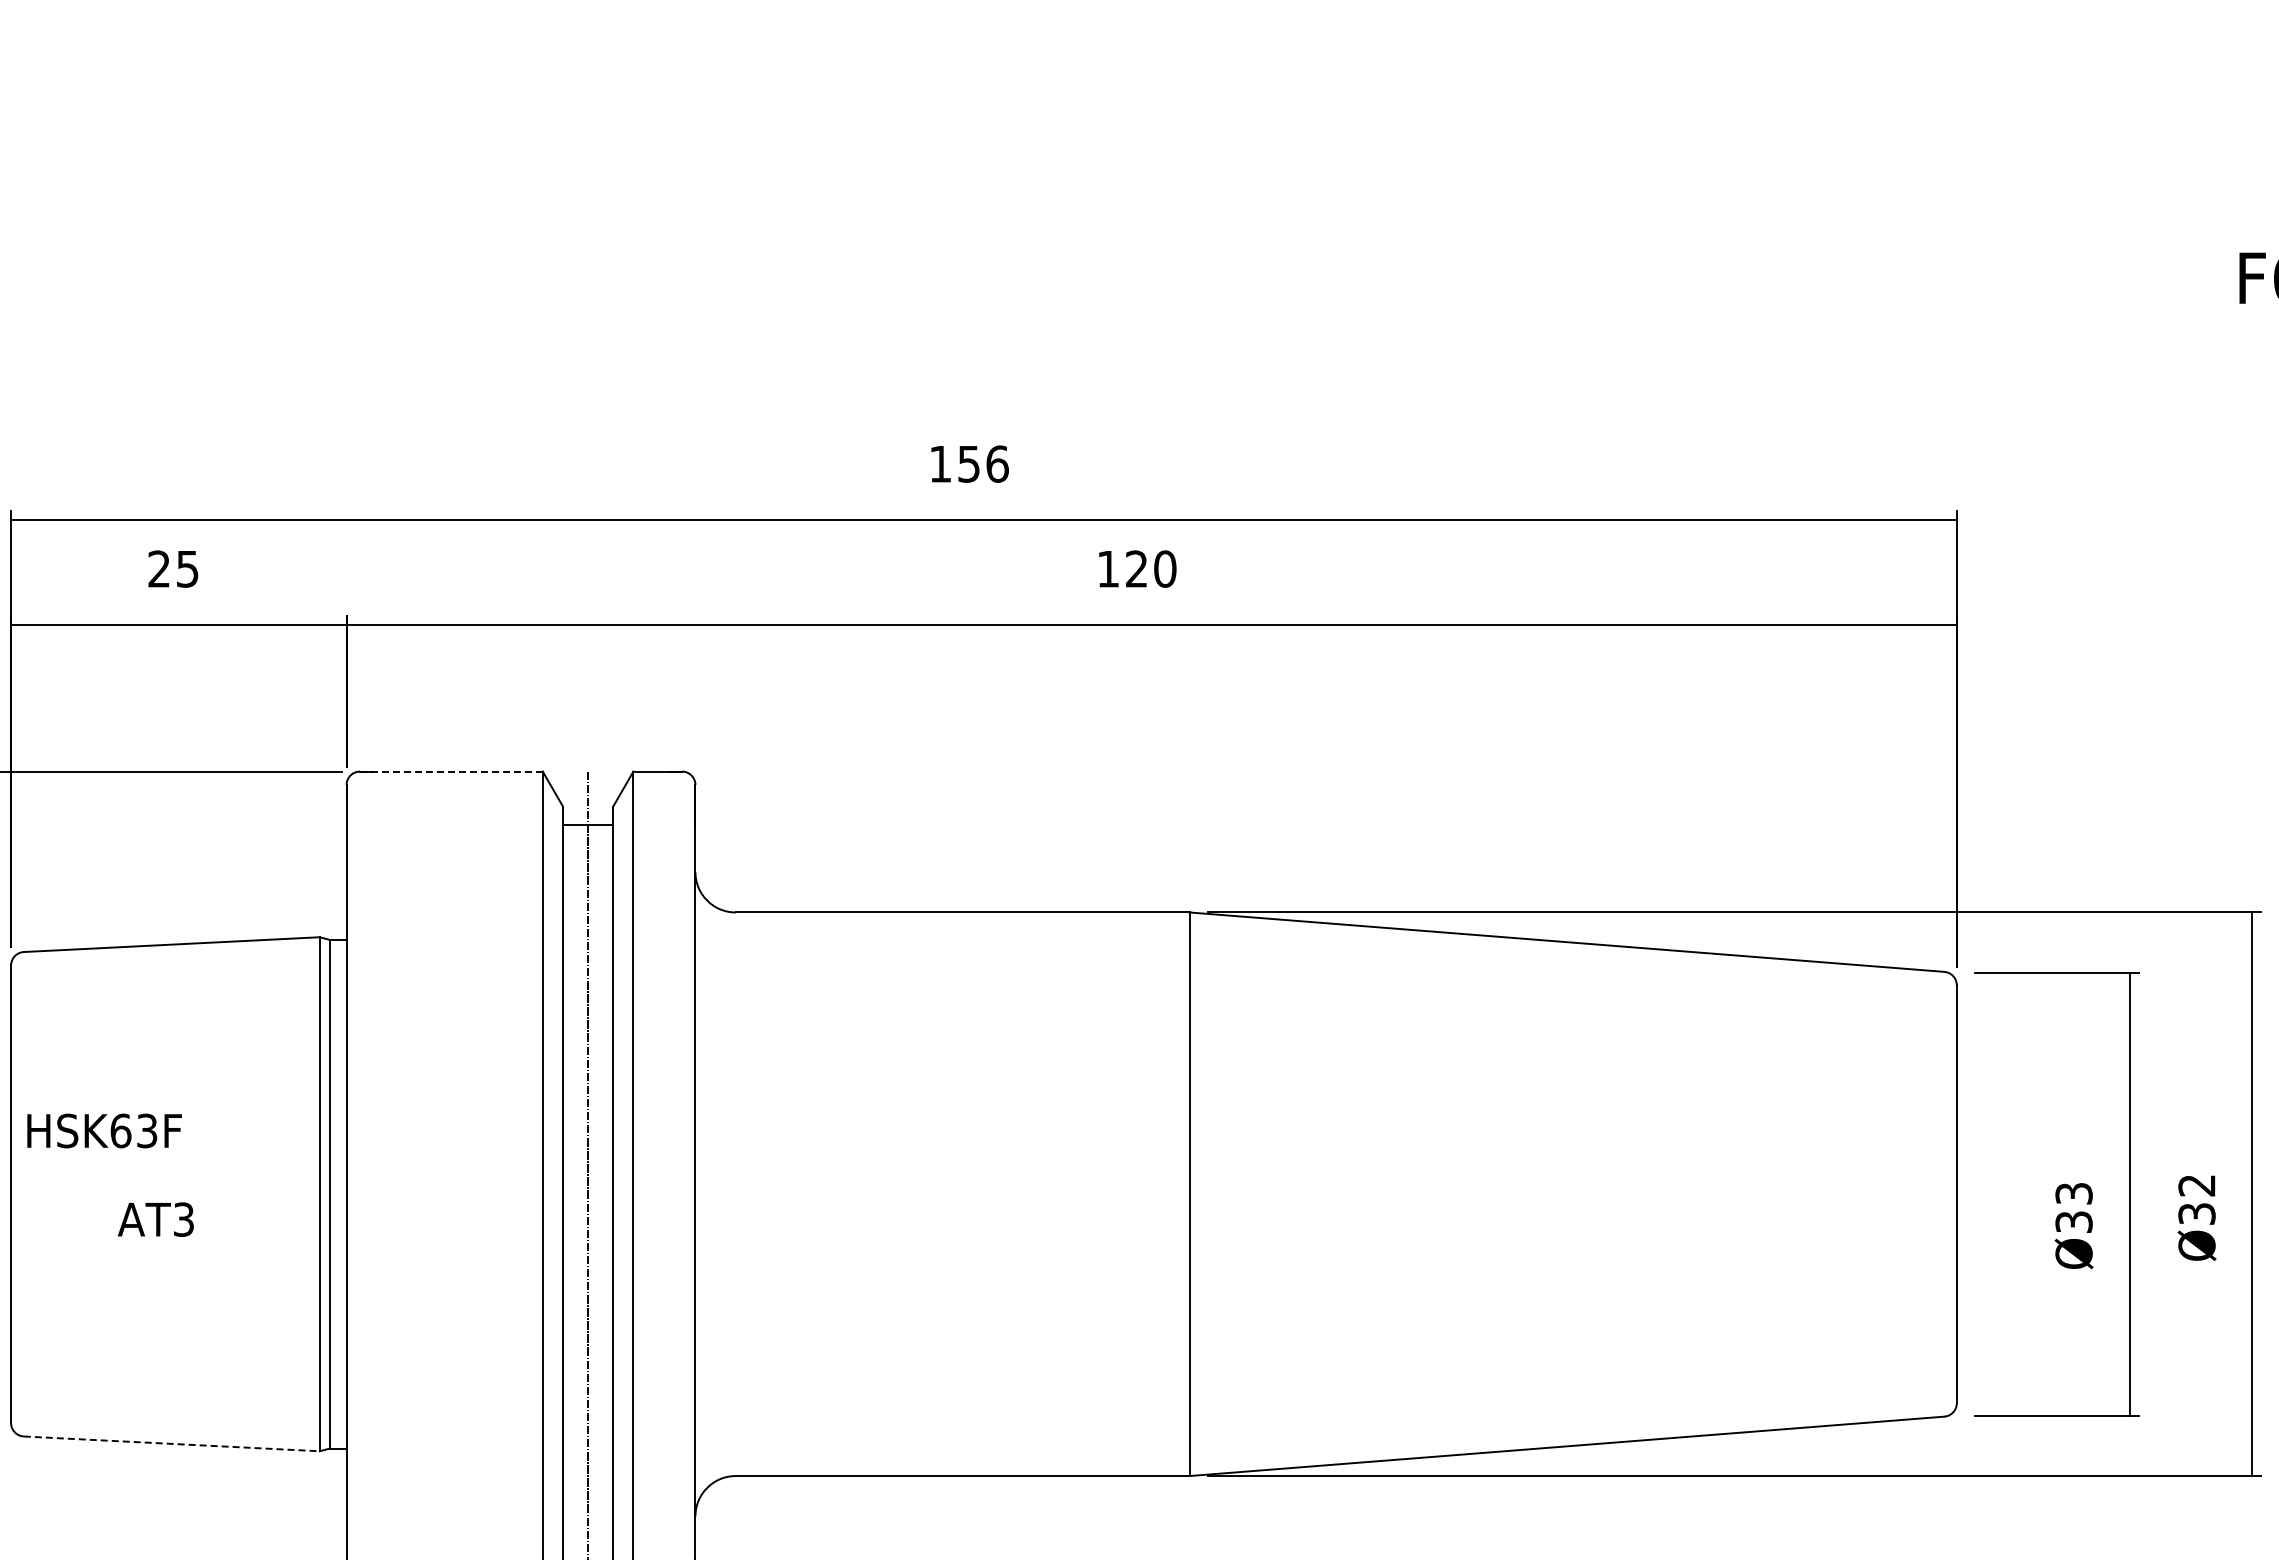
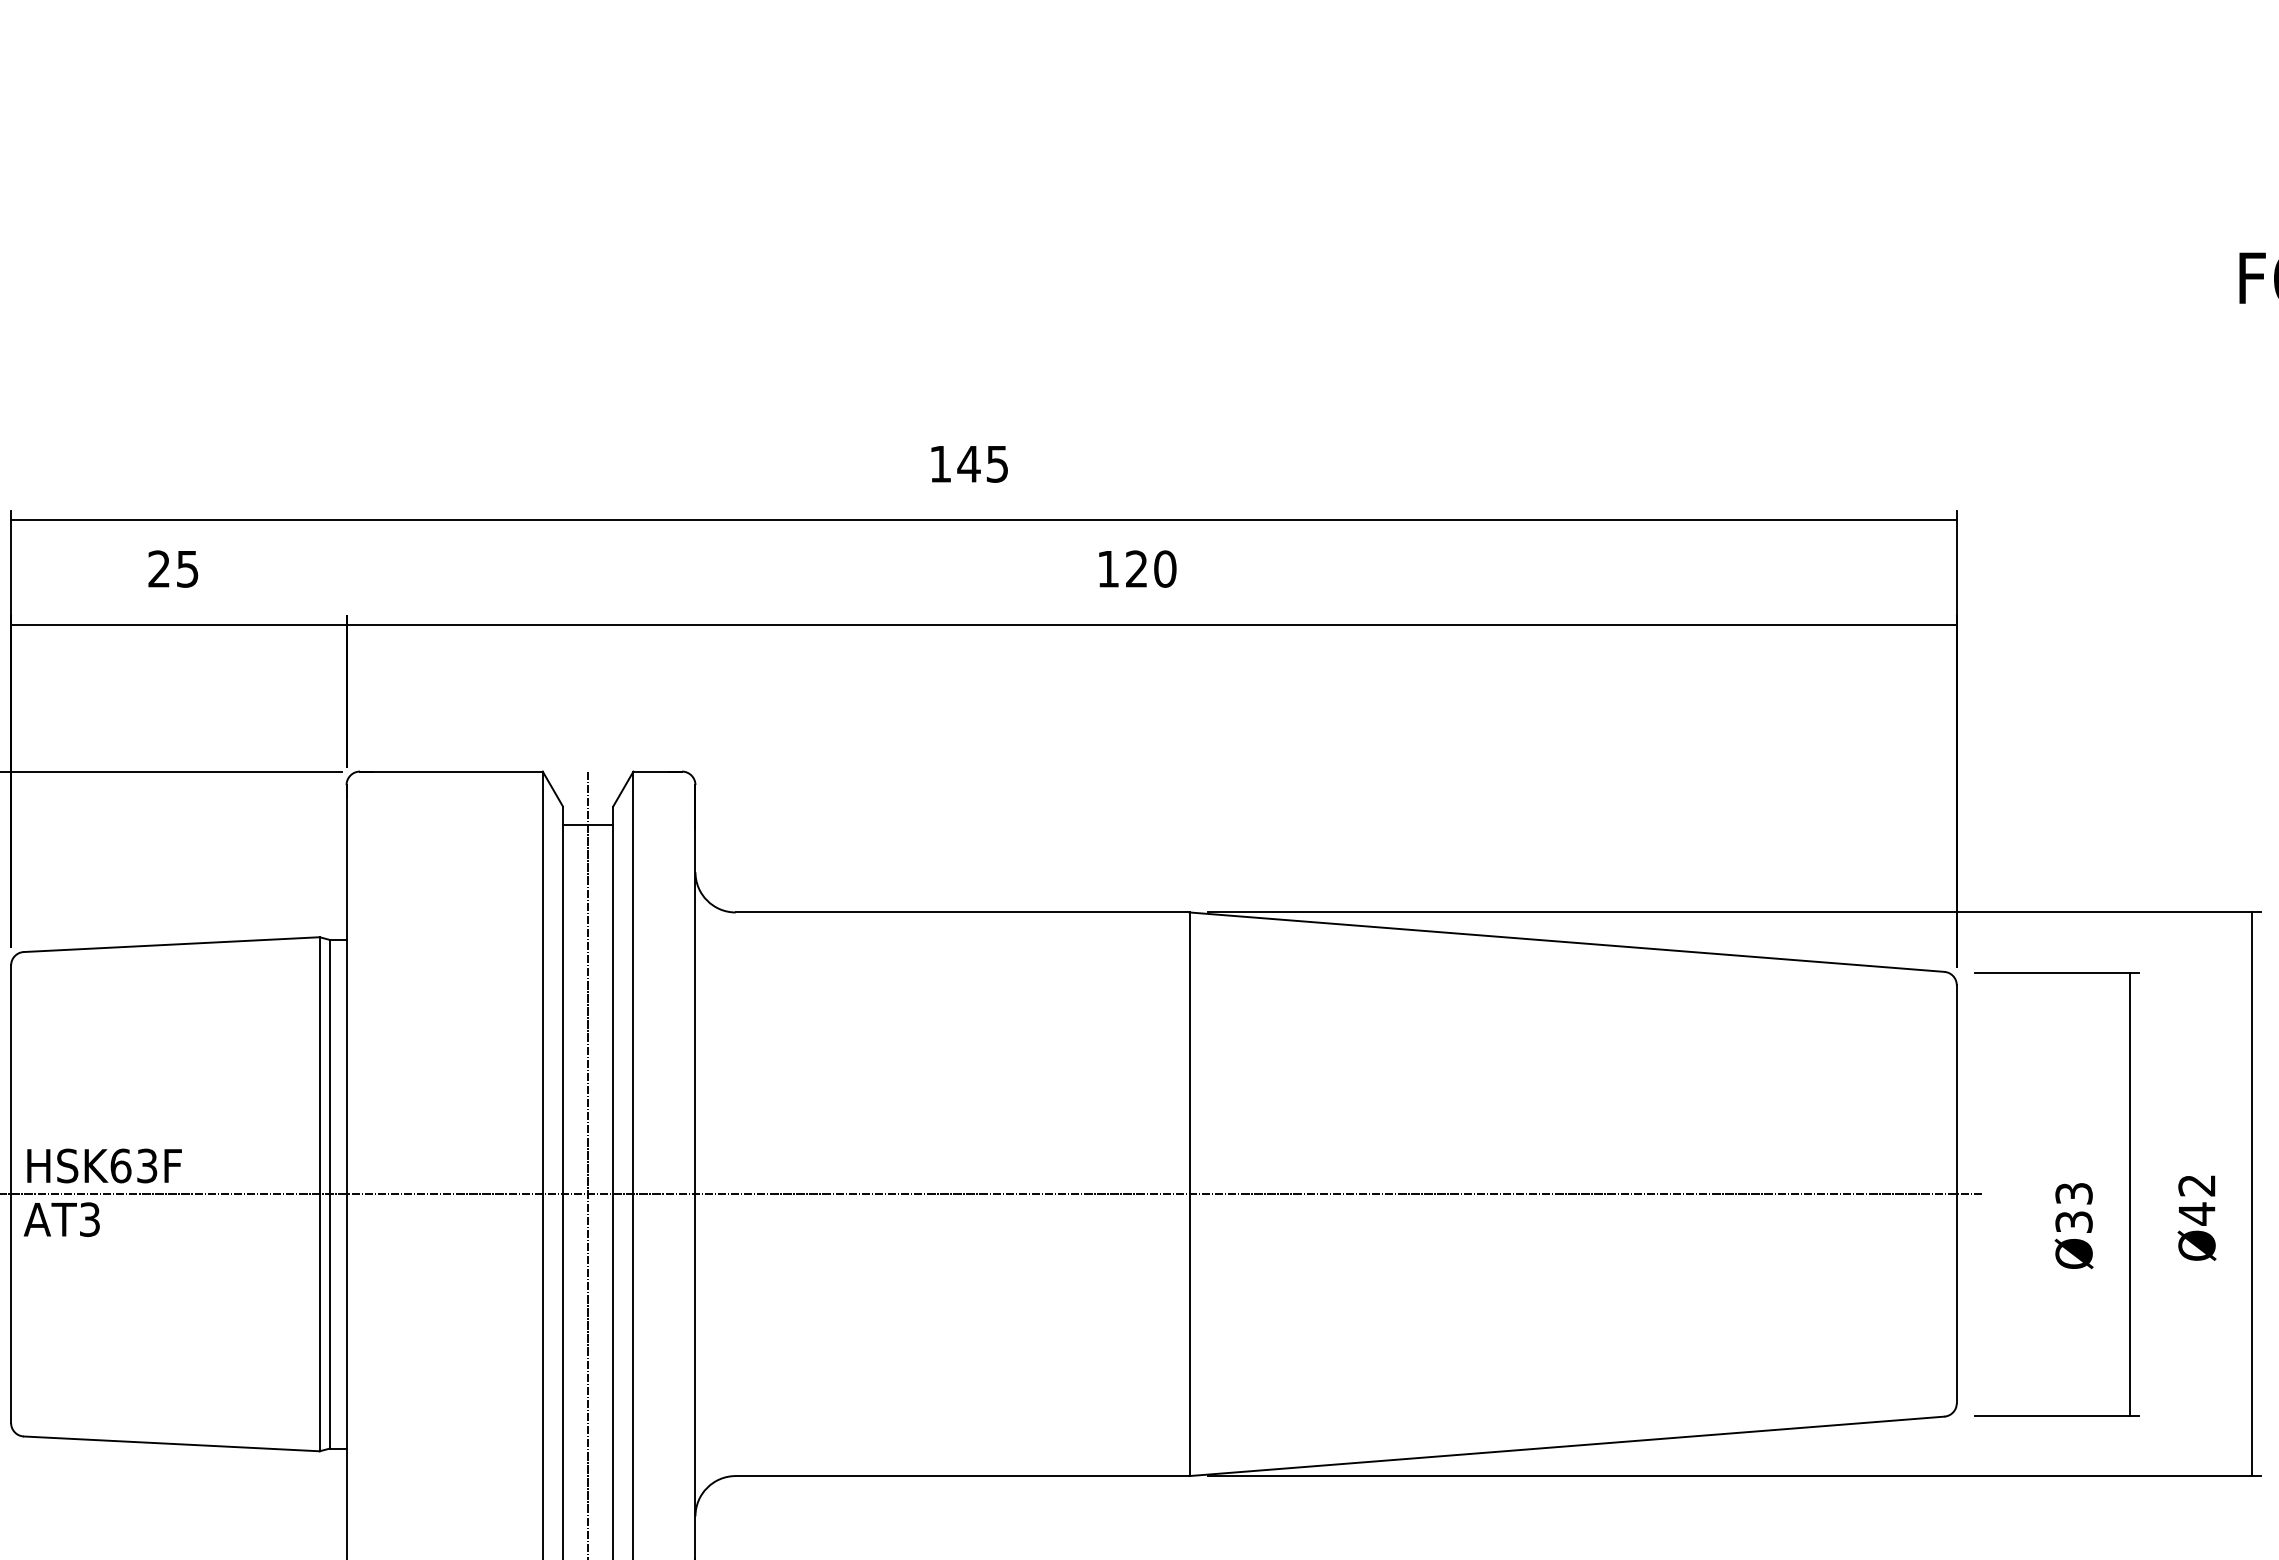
text at (982, 463): 156 -> 145
line at (451, 771): dashed -> solid
text at (104, 1130) position: (104, 1130) -> (104, 1165)
line at (992, 1194): none -> present
text at (2196, 1213): Ø32 -> Ø42
text at (155, 1219) position: (155, 1219) -> (61, 1219)
line at (172, 1443): dashed -> solid
